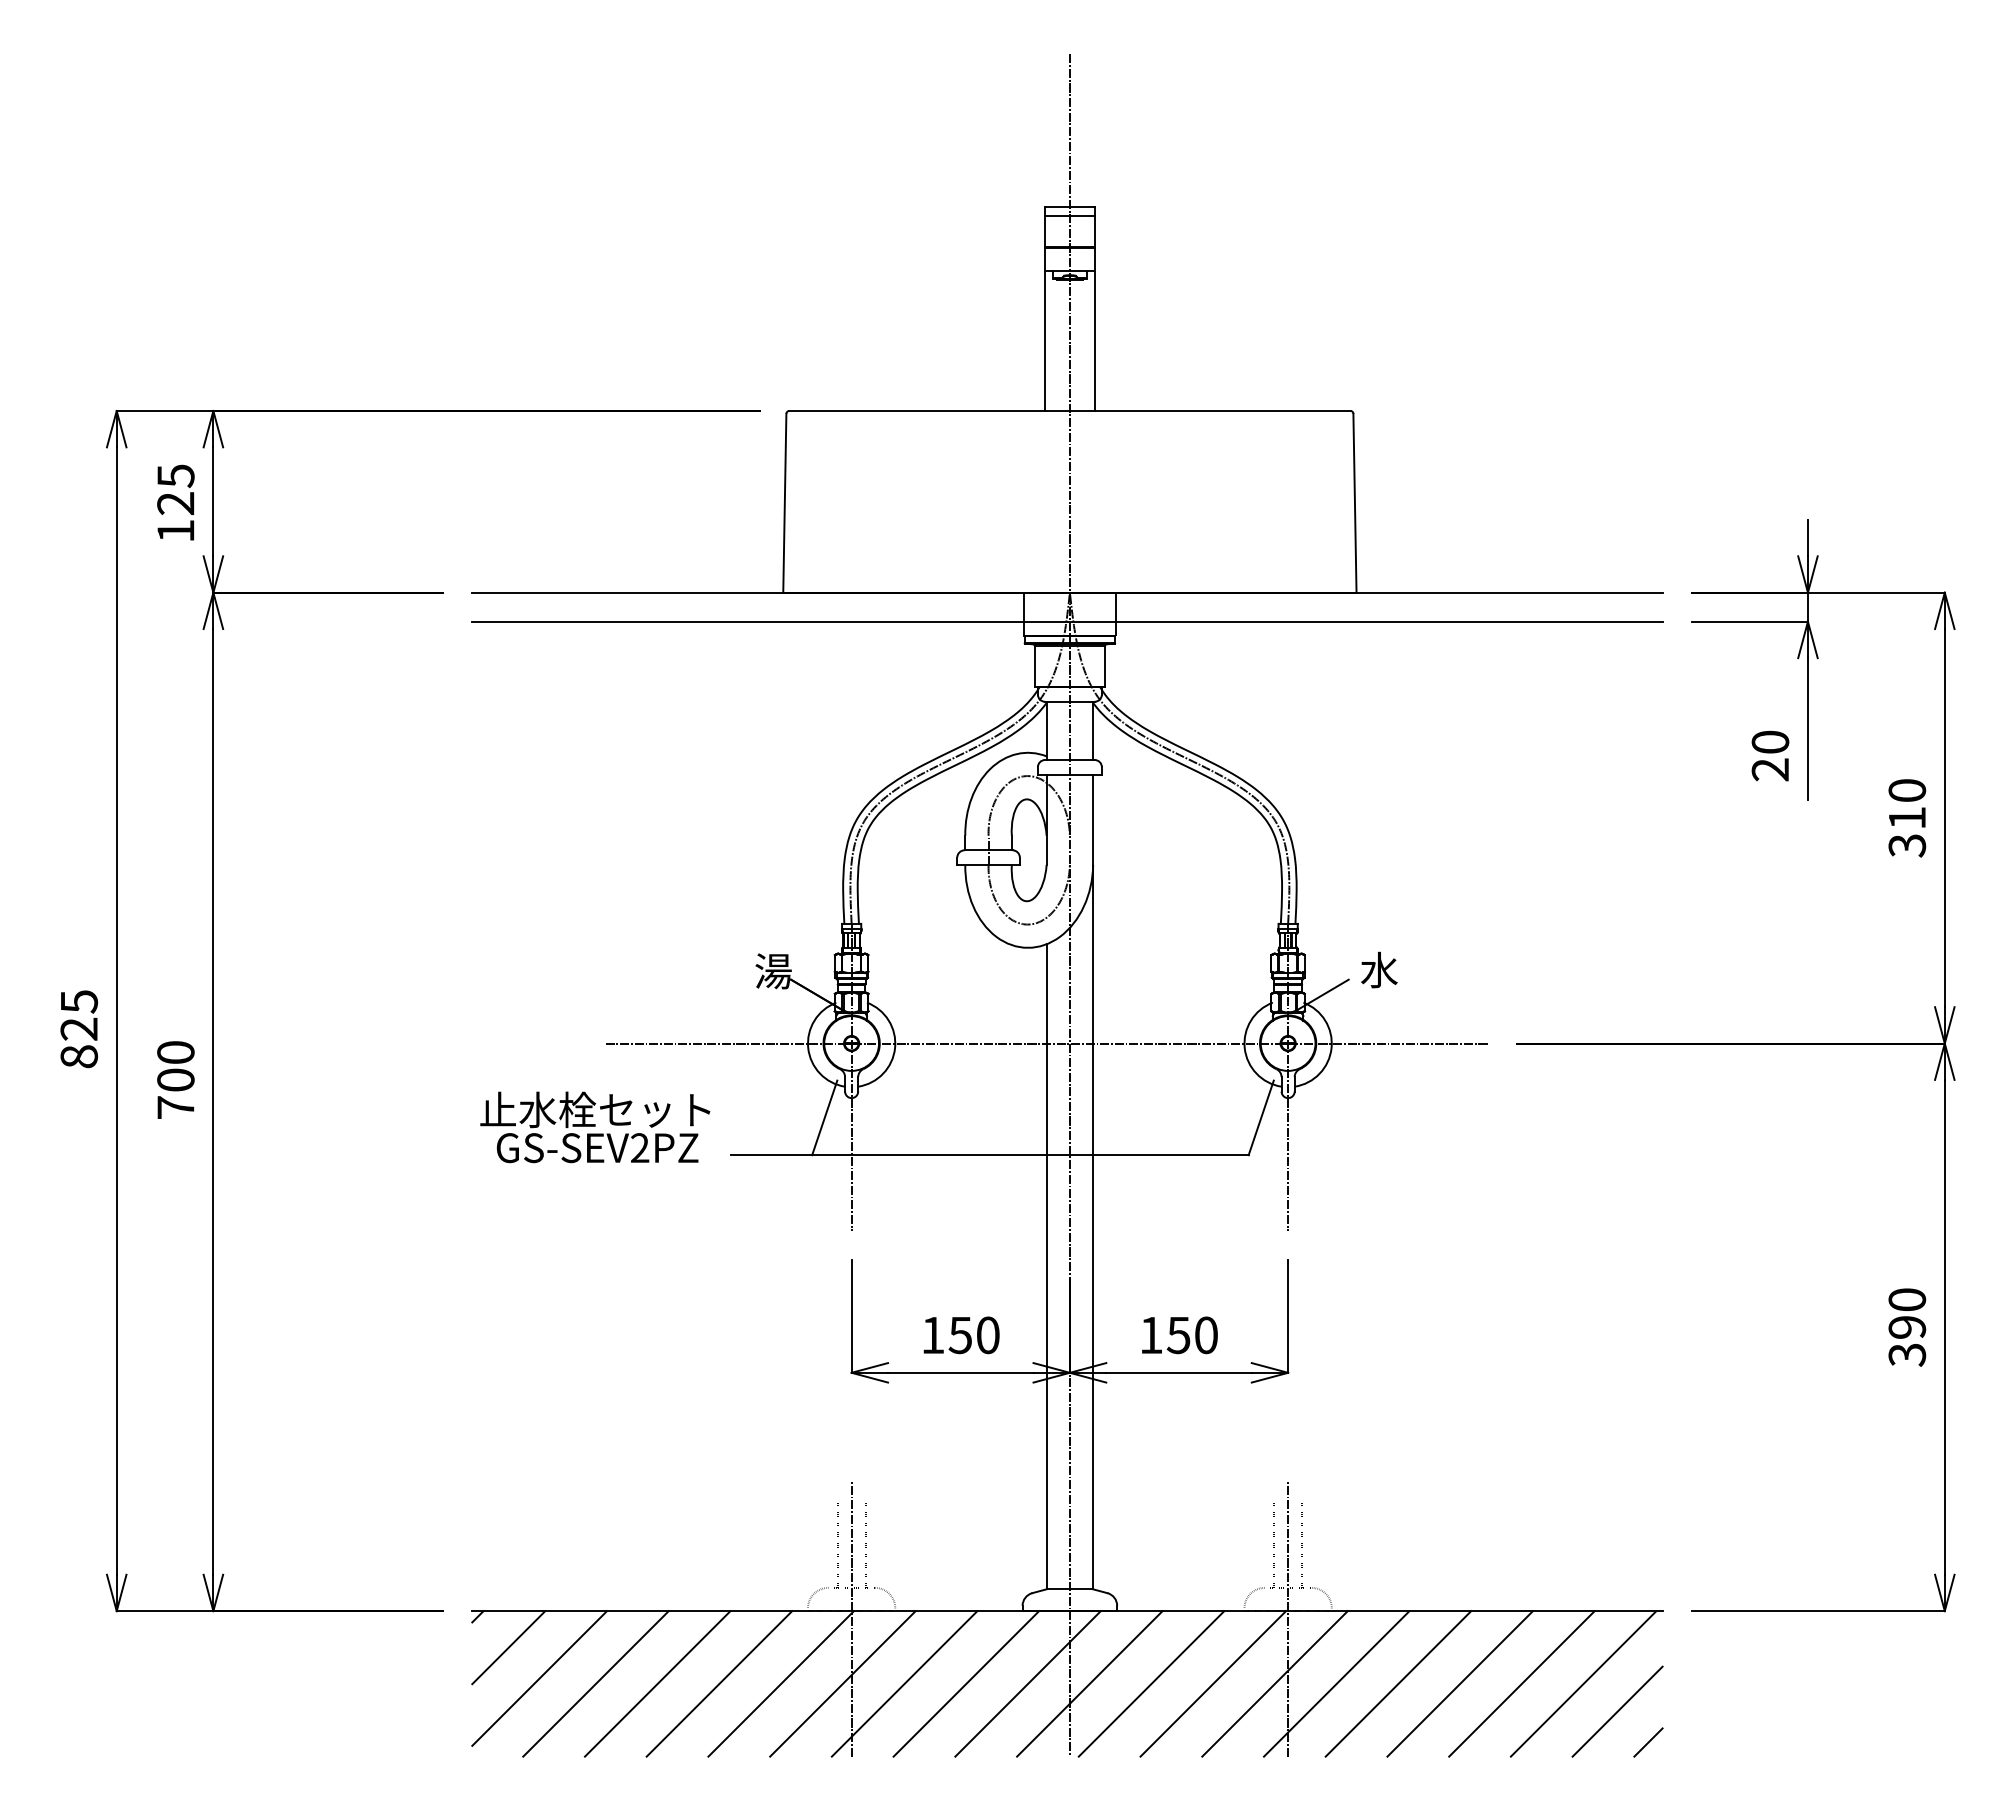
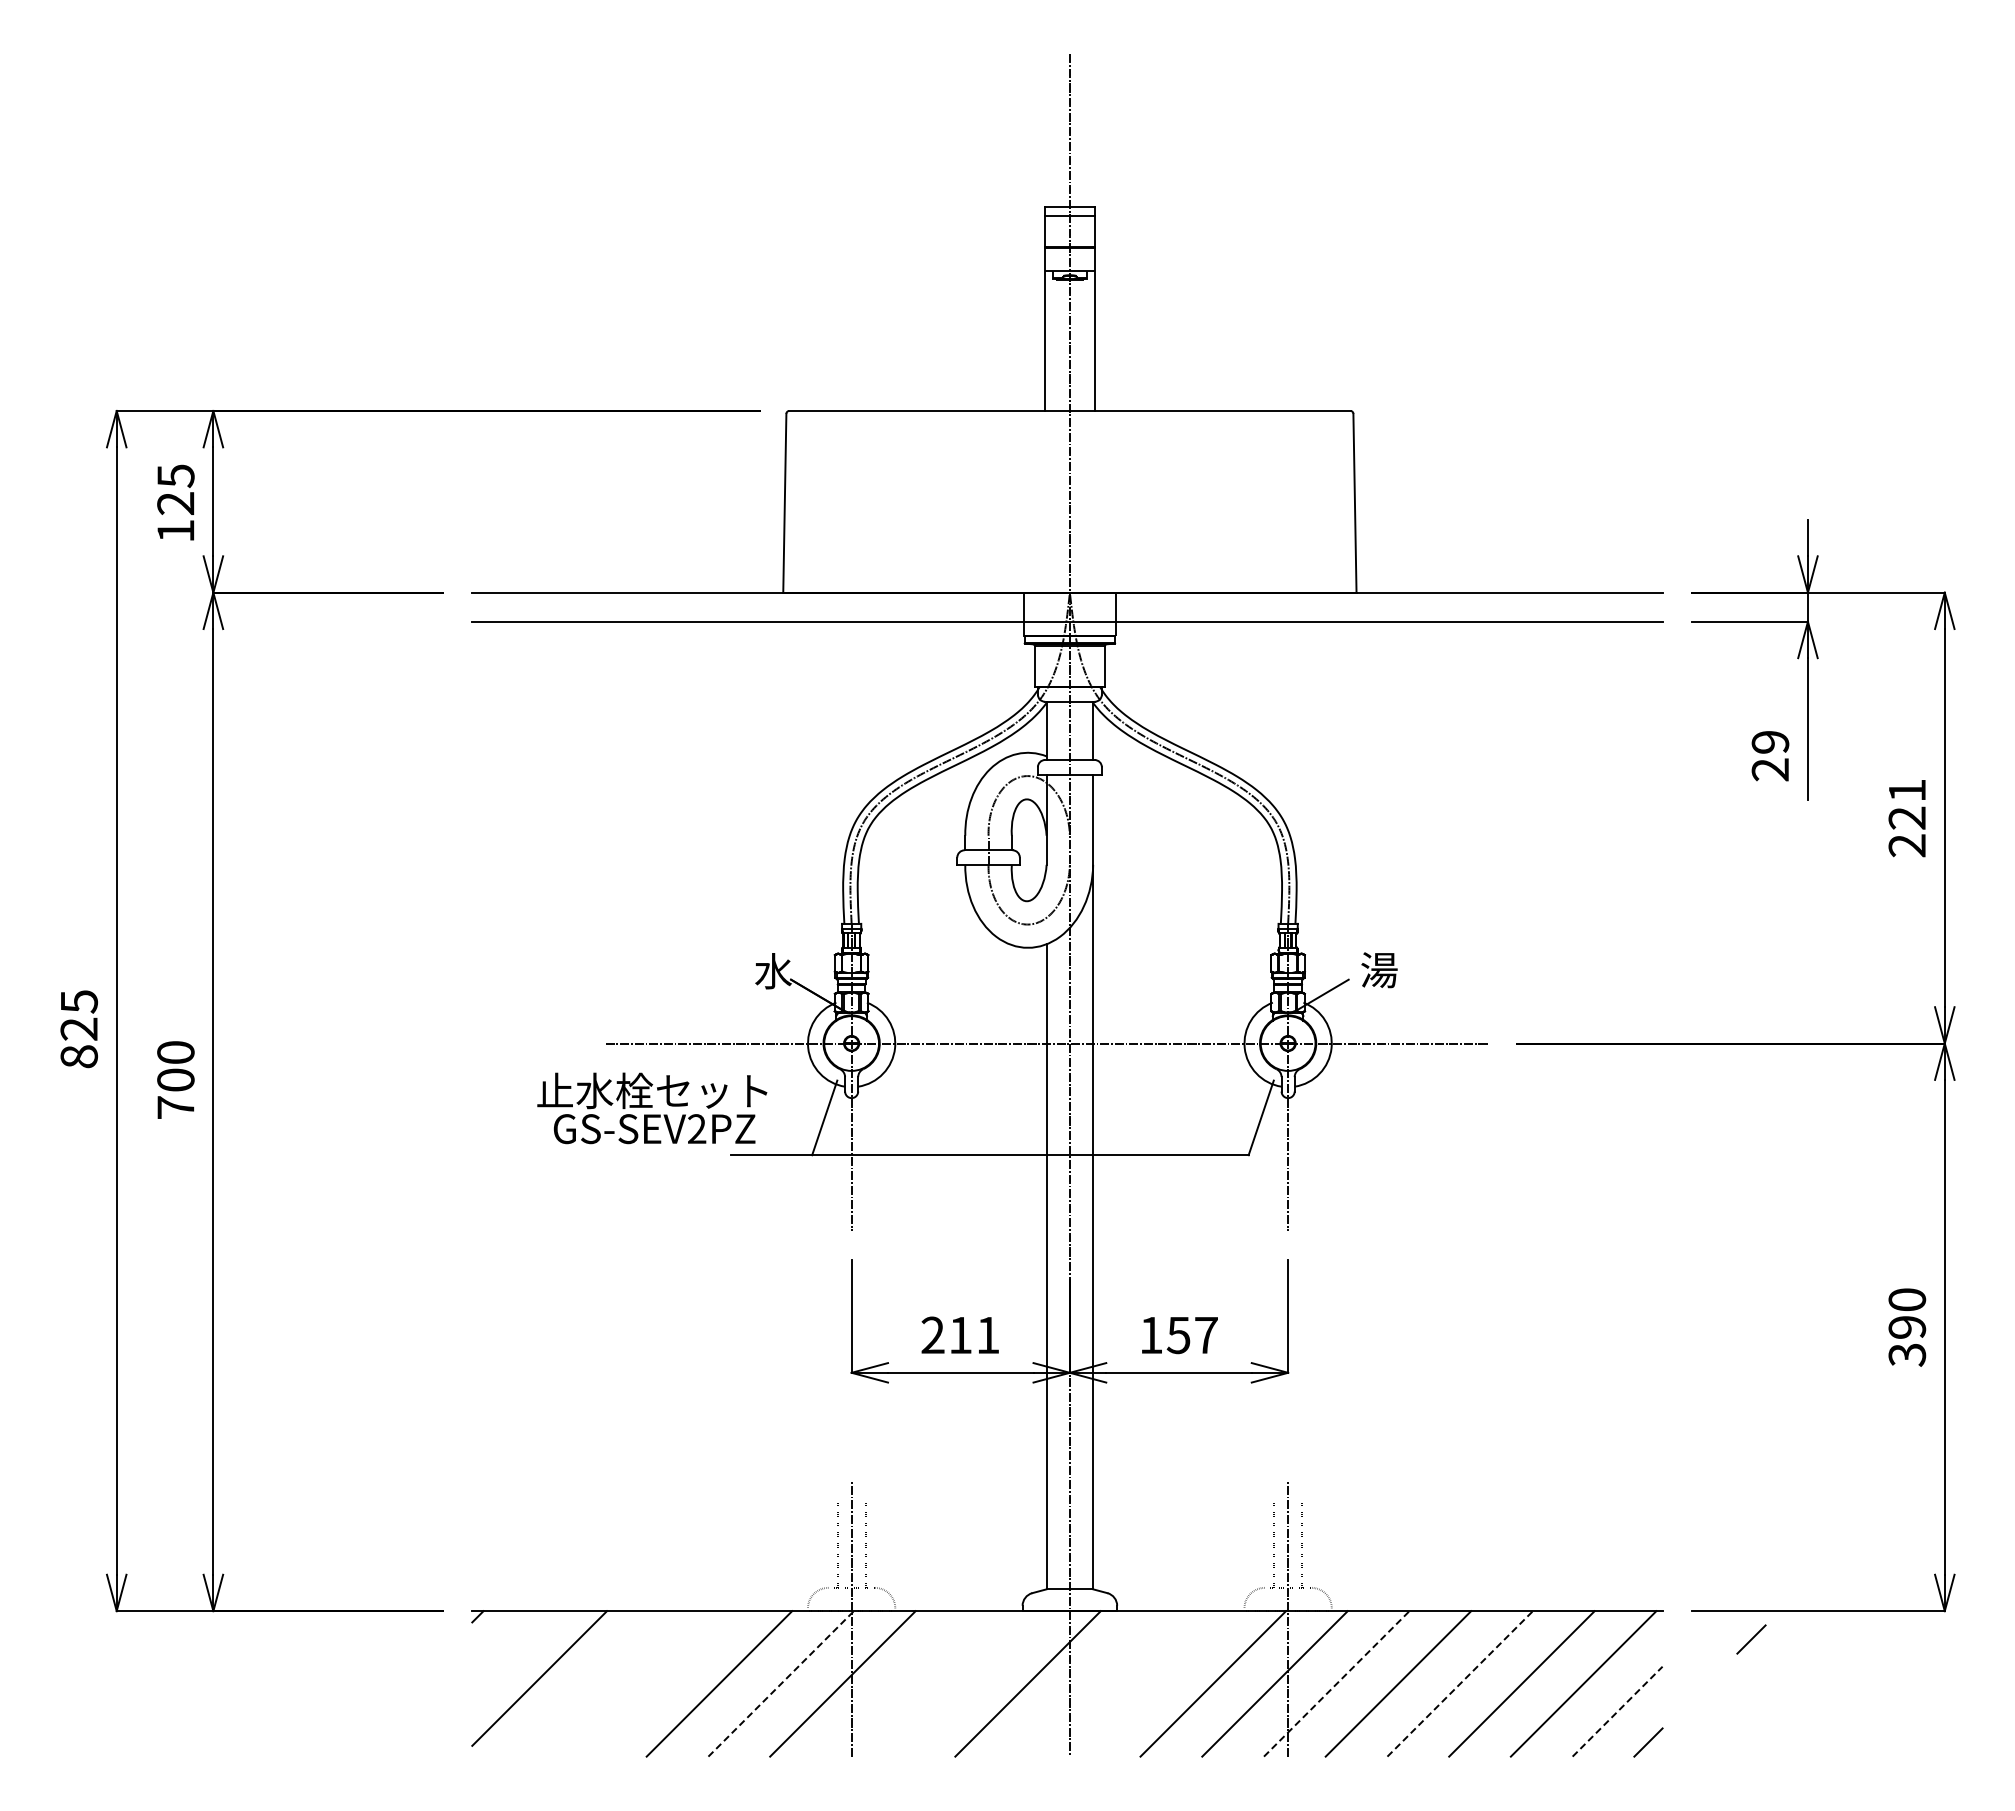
text at (1770, 741): 20 -> 29
text at (1907, 818): 310 -> 221
text at (1379, 969): 水 -> 湯
text at (773, 971): 湯 -> 水
text at (595, 1127) position: (595, 1127) -> (652, 1108)
text at (960, 1335): 150 -> 211
text at (1206, 1335): 150 -> 157
line at (1751, 1639): none -> present
line at (508, 1647): present -> none
line at (595, 1683): present -> none
line at (657, 1683): present -> none
line at (781, 1683): solid -> dashed
line at (904, 1683): present -> none
line at (966, 1683): present -> none
line at (1089, 1683): present -> none
line at (1151, 1683): present -> none
line at (1336, 1683): solid -> dashed
line at (1460, 1683): solid -> dashed
line at (1617, 1711): solid -> dashed
